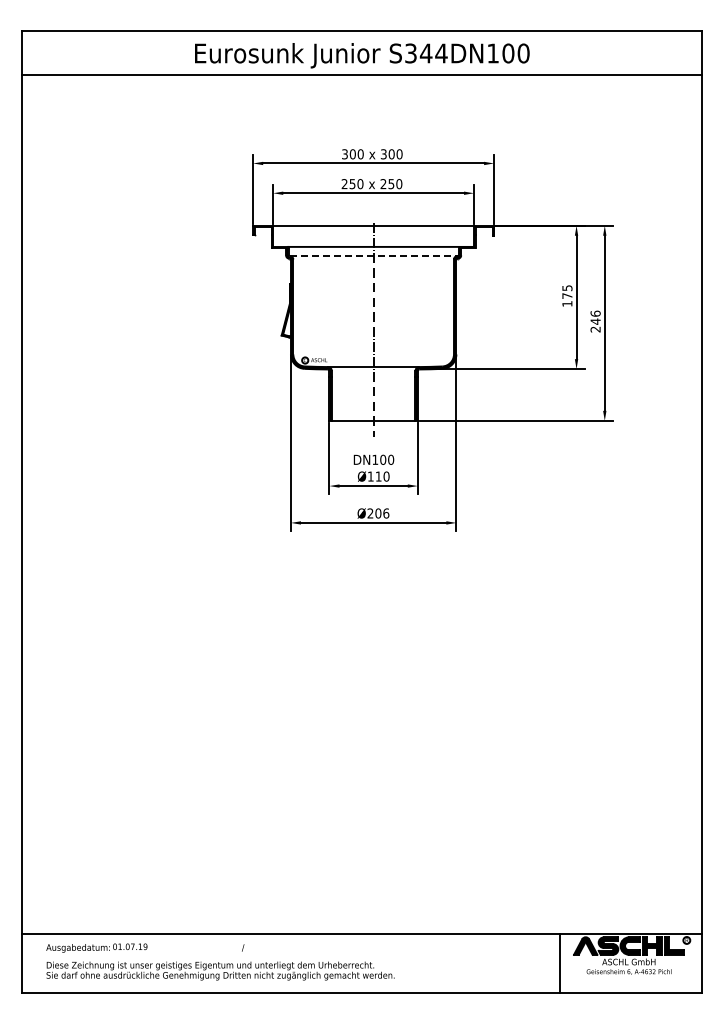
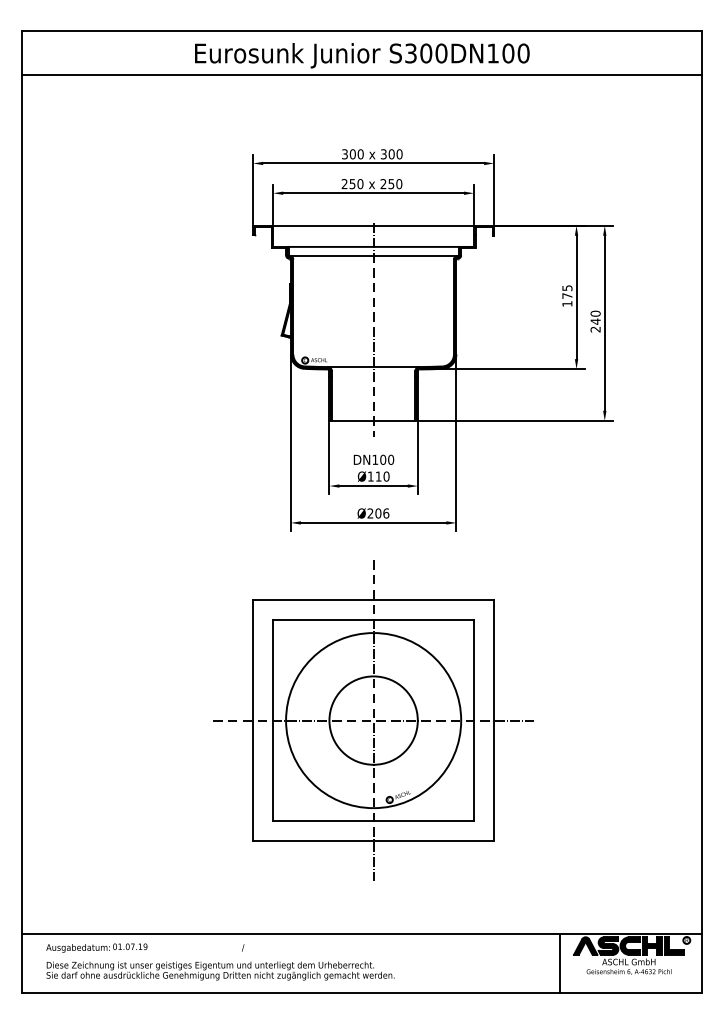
text at (433, 53): S344DN100 -> S300DN100
line at (373, 256): dashed -> solid
text at (595, 313): 246 -> 240
part at (373, 720): none -> present
